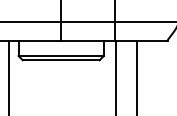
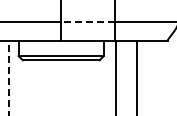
line at (88, 21): solid -> dashed
line at (9, 78): solid -> dashed
